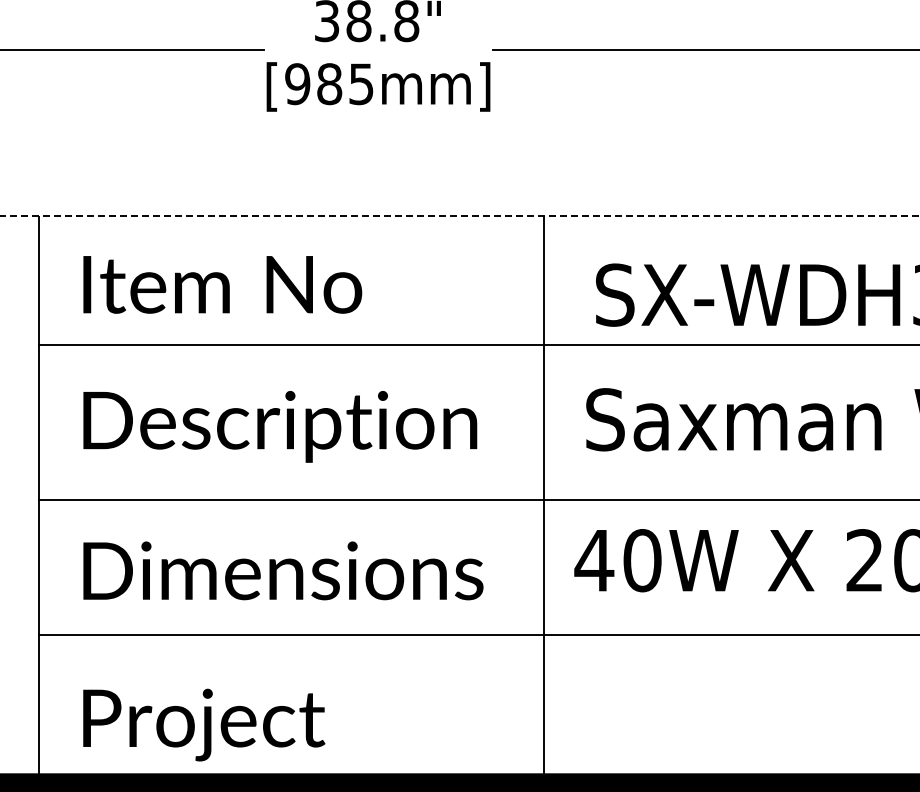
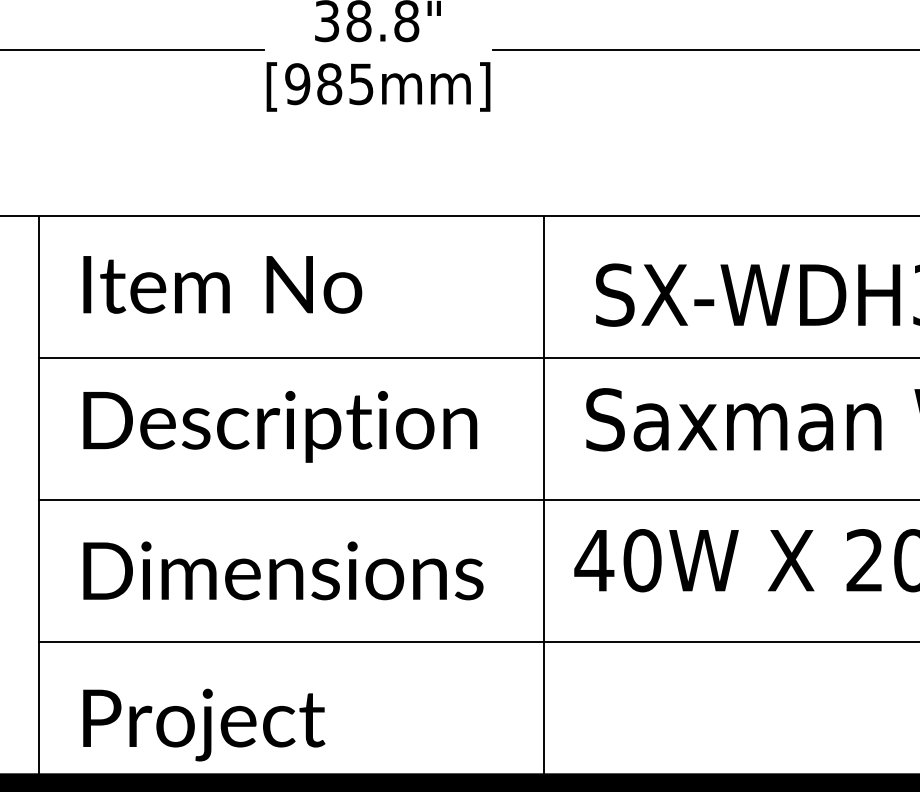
line at (460, 216): dashed -> solid
line at (477, 345) position: (477, 345) -> (477, 358)
line at (477, 635) position: (477, 635) -> (477, 642)
